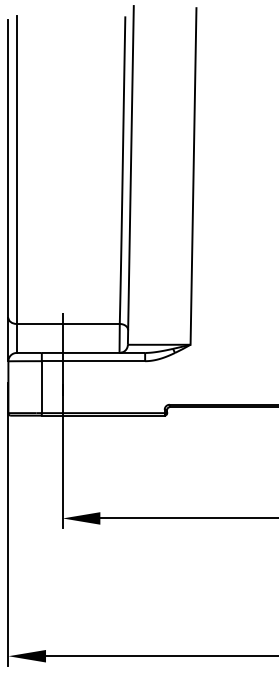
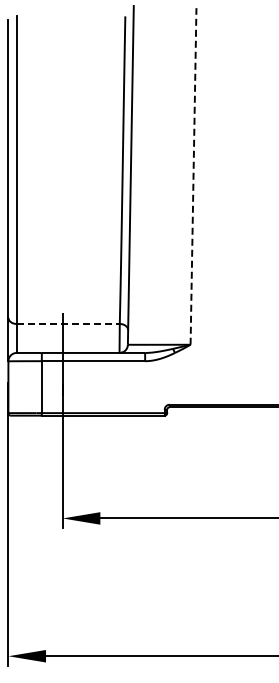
line at (193, 175): solid -> dashed
line at (68, 323): solid -> dashed
